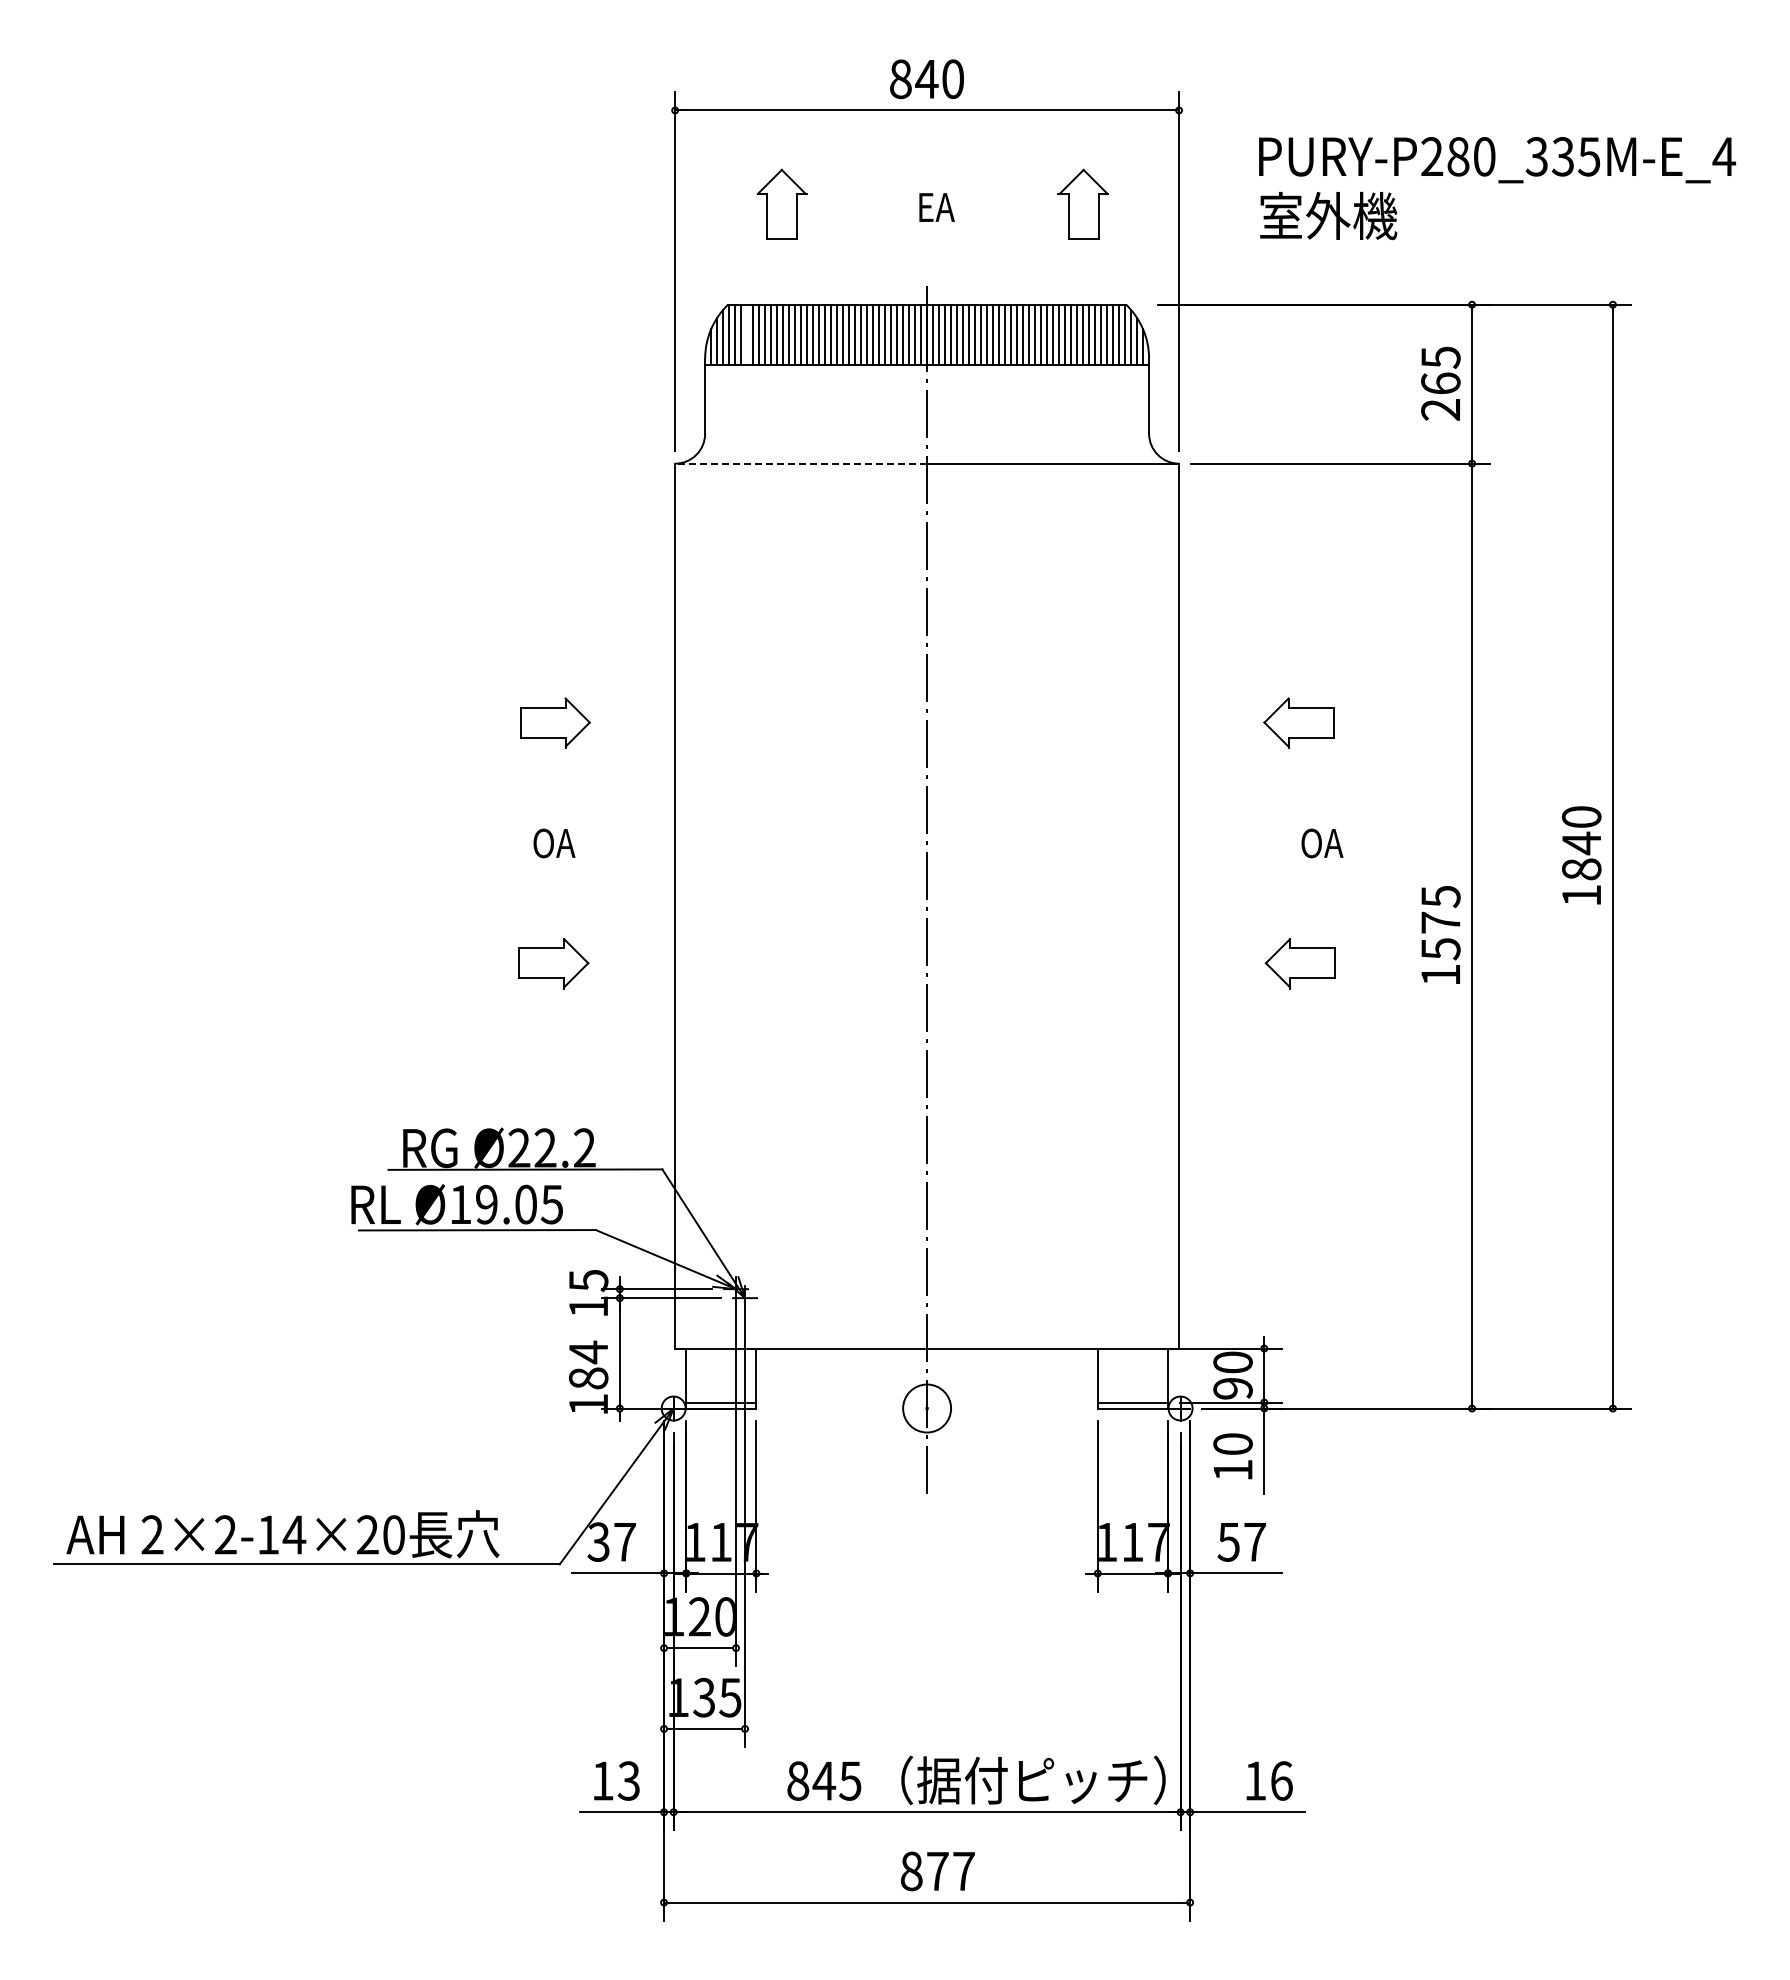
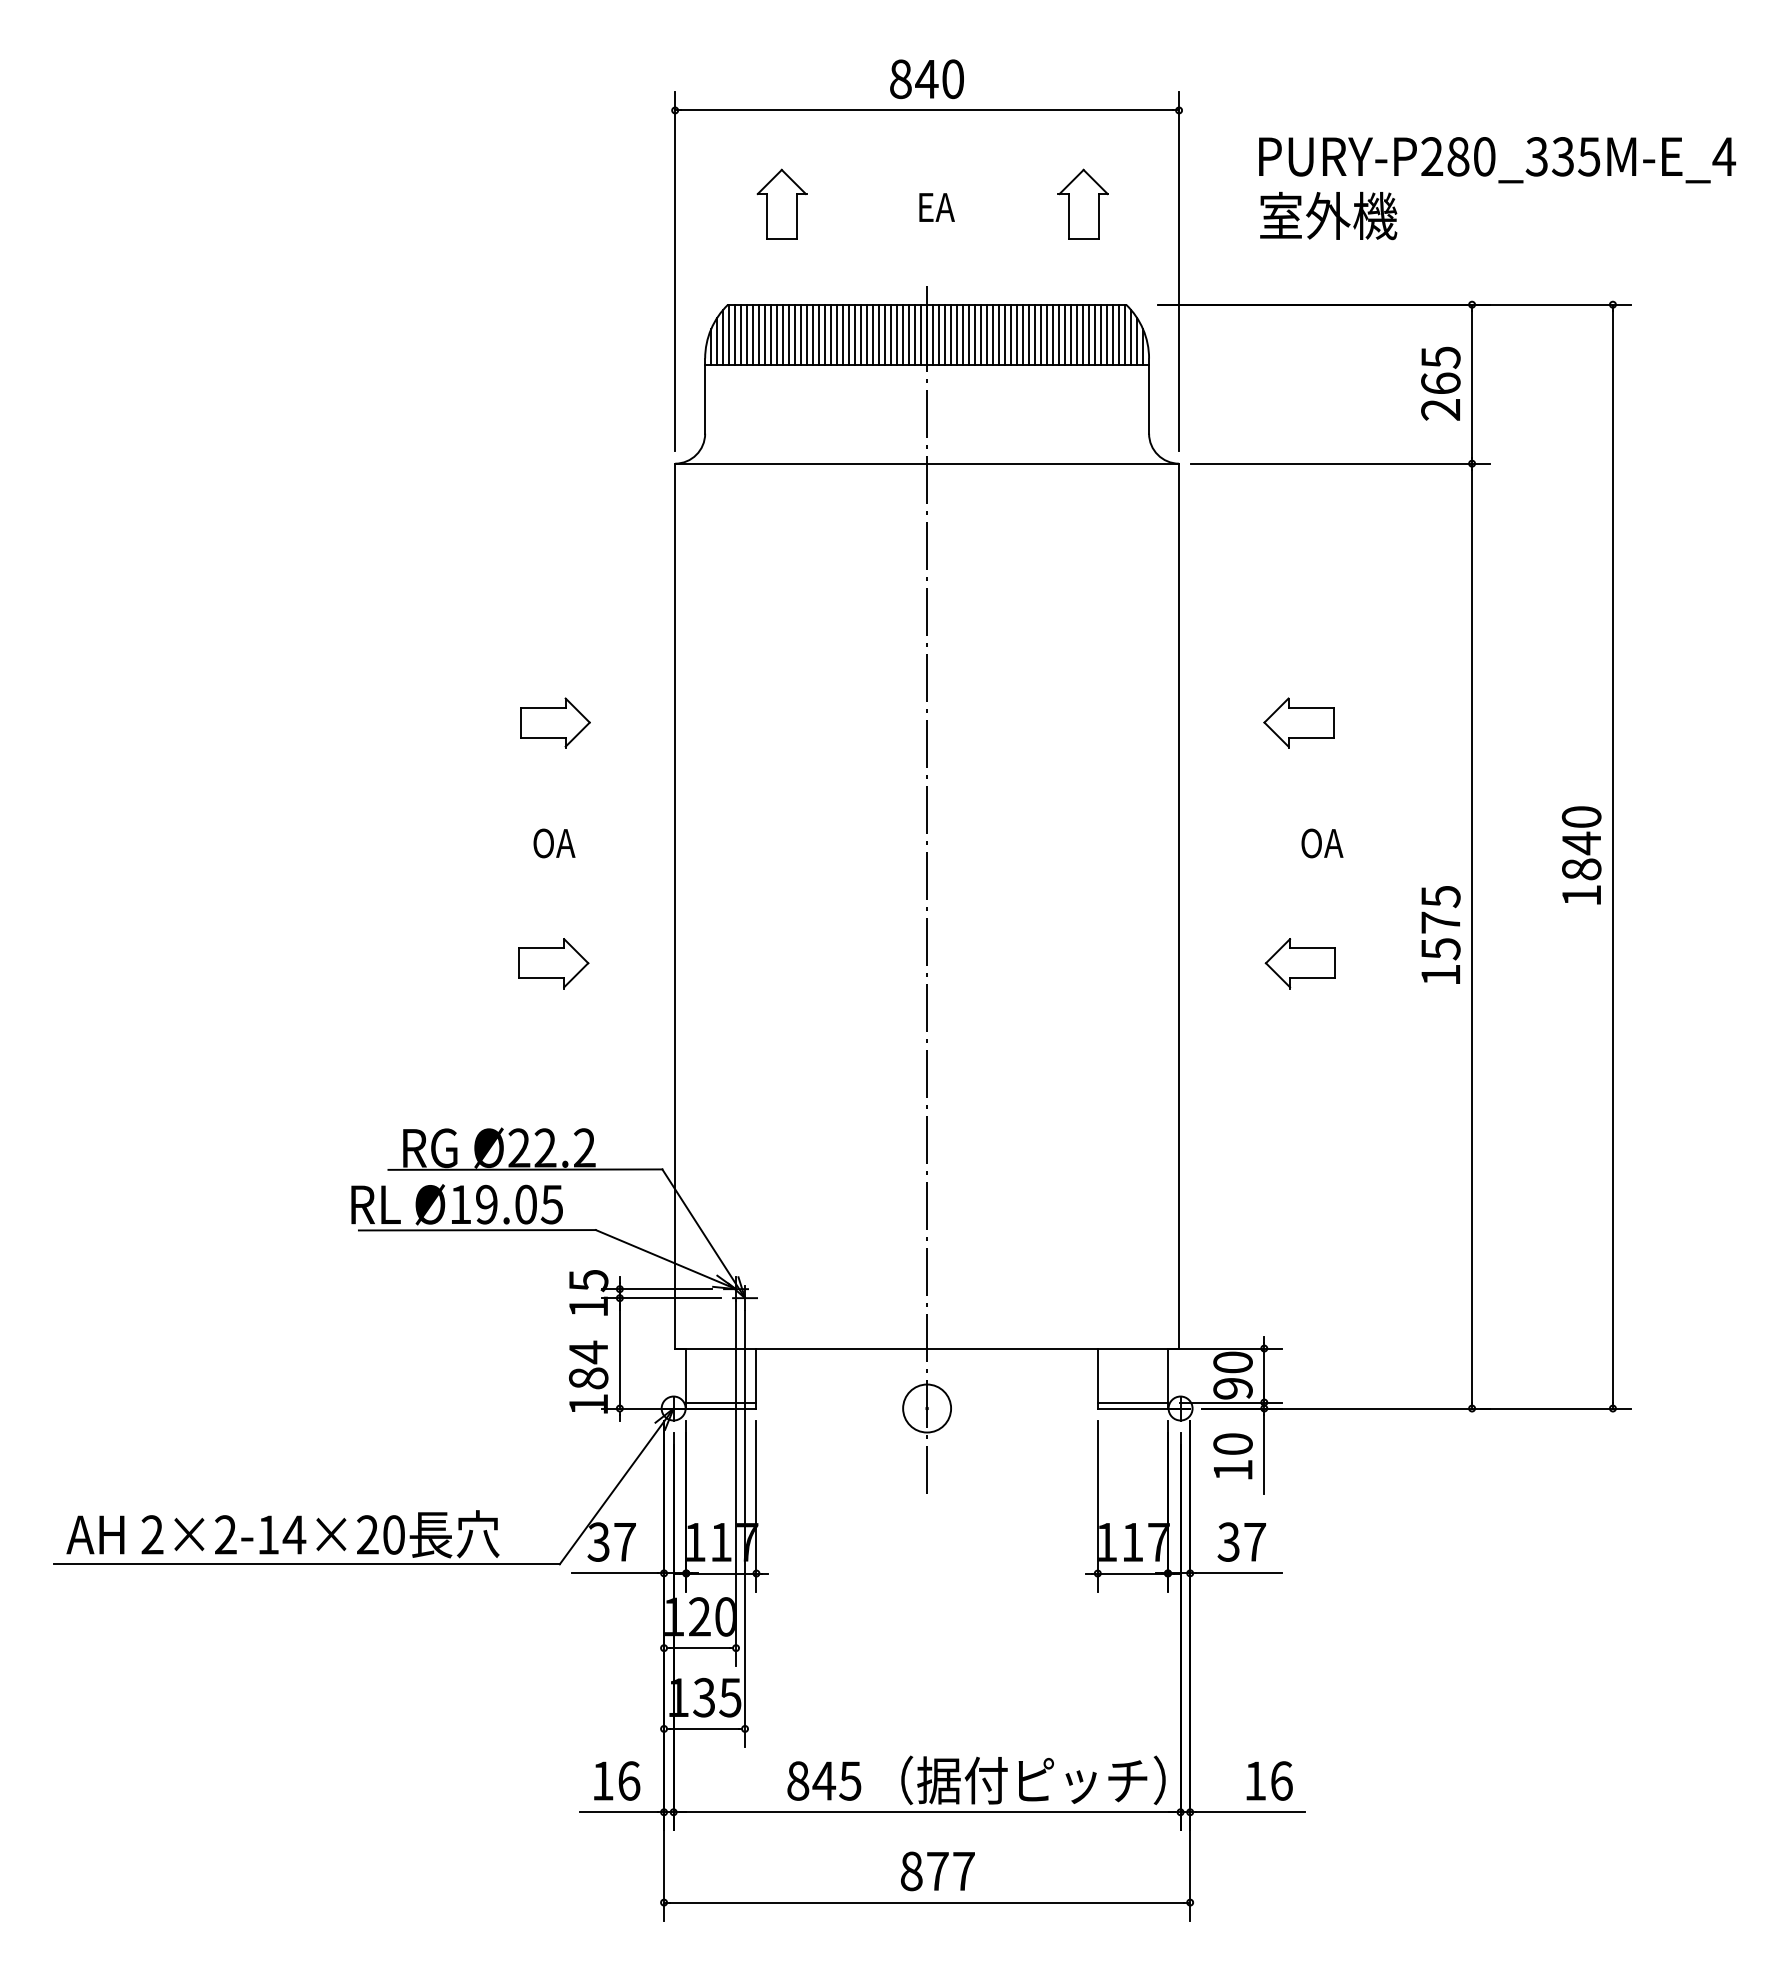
line at (747, 334): none -> present
line at (801, 463): dashed -> solid
text at (1228, 1541): 57 -> 37
text at (628, 1780): 13 -> 16
